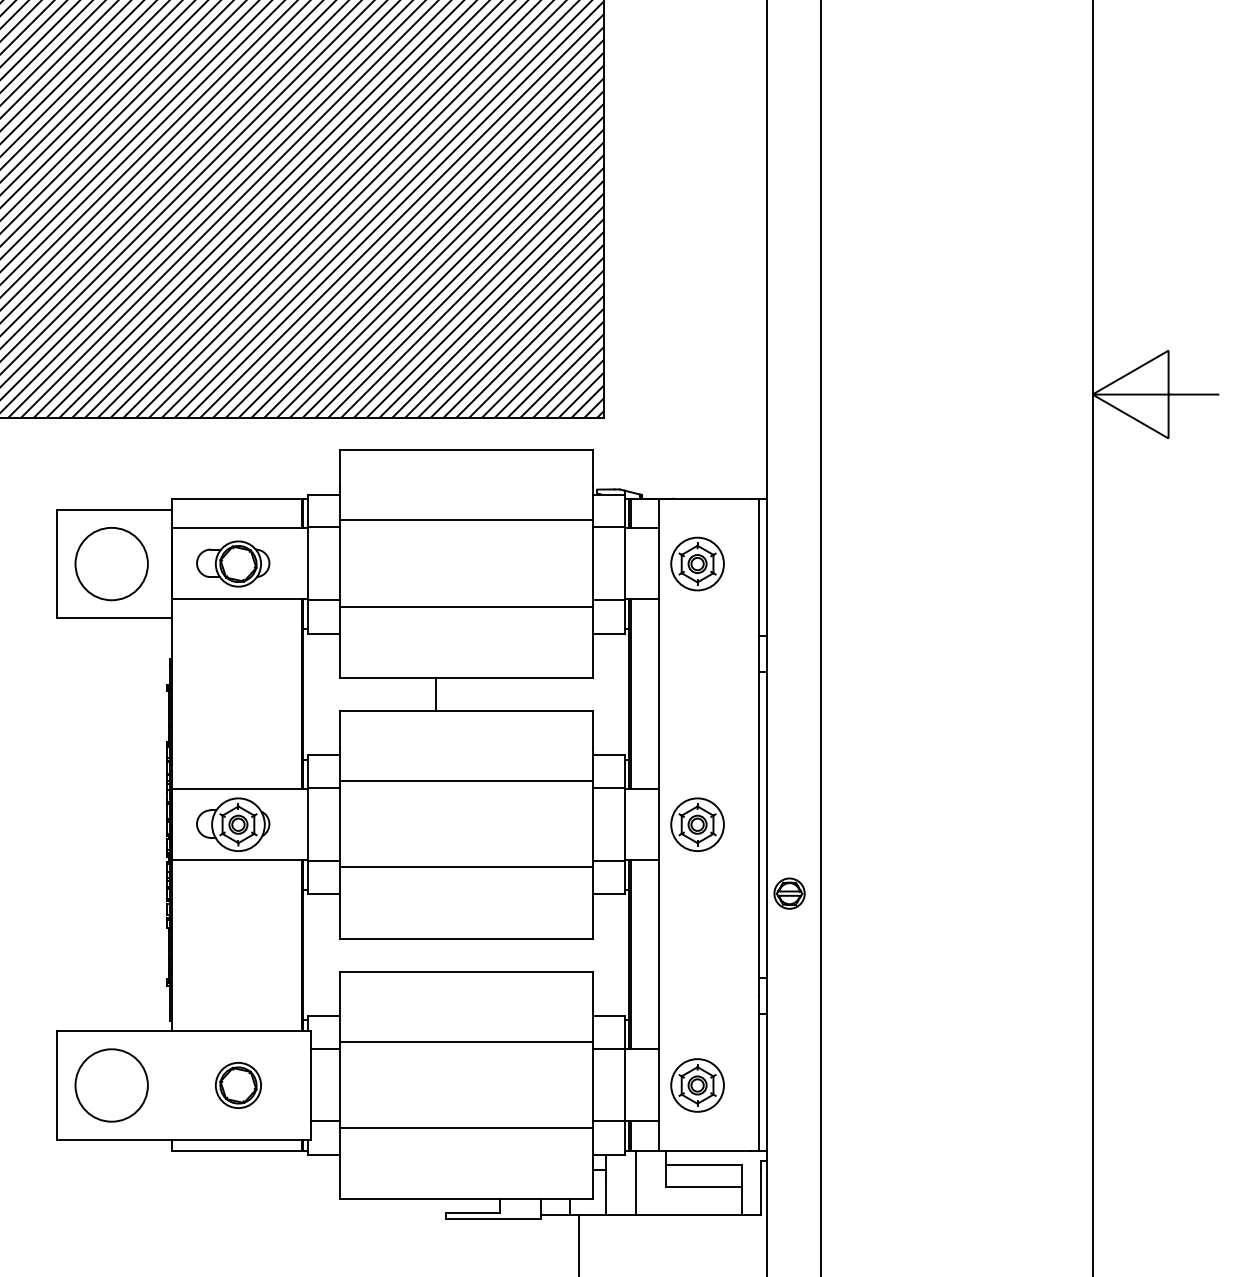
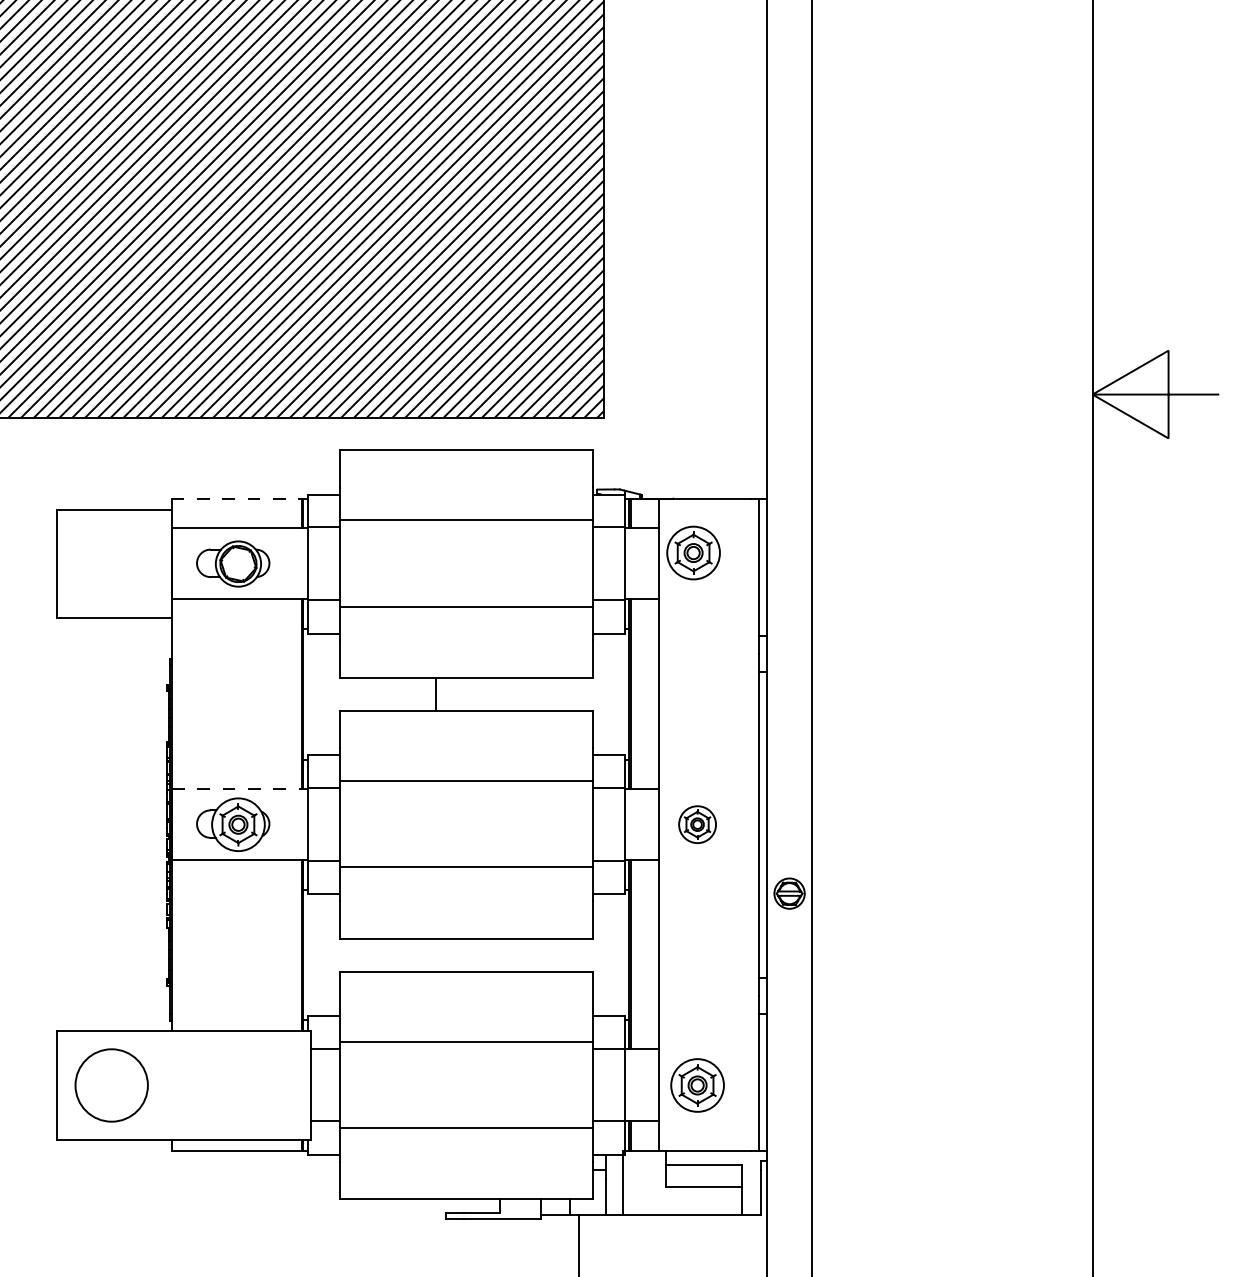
line at (237, 498): solid -> dashed
part at (697, 563) position: (697, 563) -> (693, 552)
circle at (111, 564): present -> none
line at (821, 637) position: (821, 637) -> (812, 637)
line at (239, 788): solid -> dashed
part at (697, 824) size: 55x55 px -> 39x39 px
part at (238, 1085): present -> none
line at (635, 1182) position: (635, 1182) -> (622, 1182)
